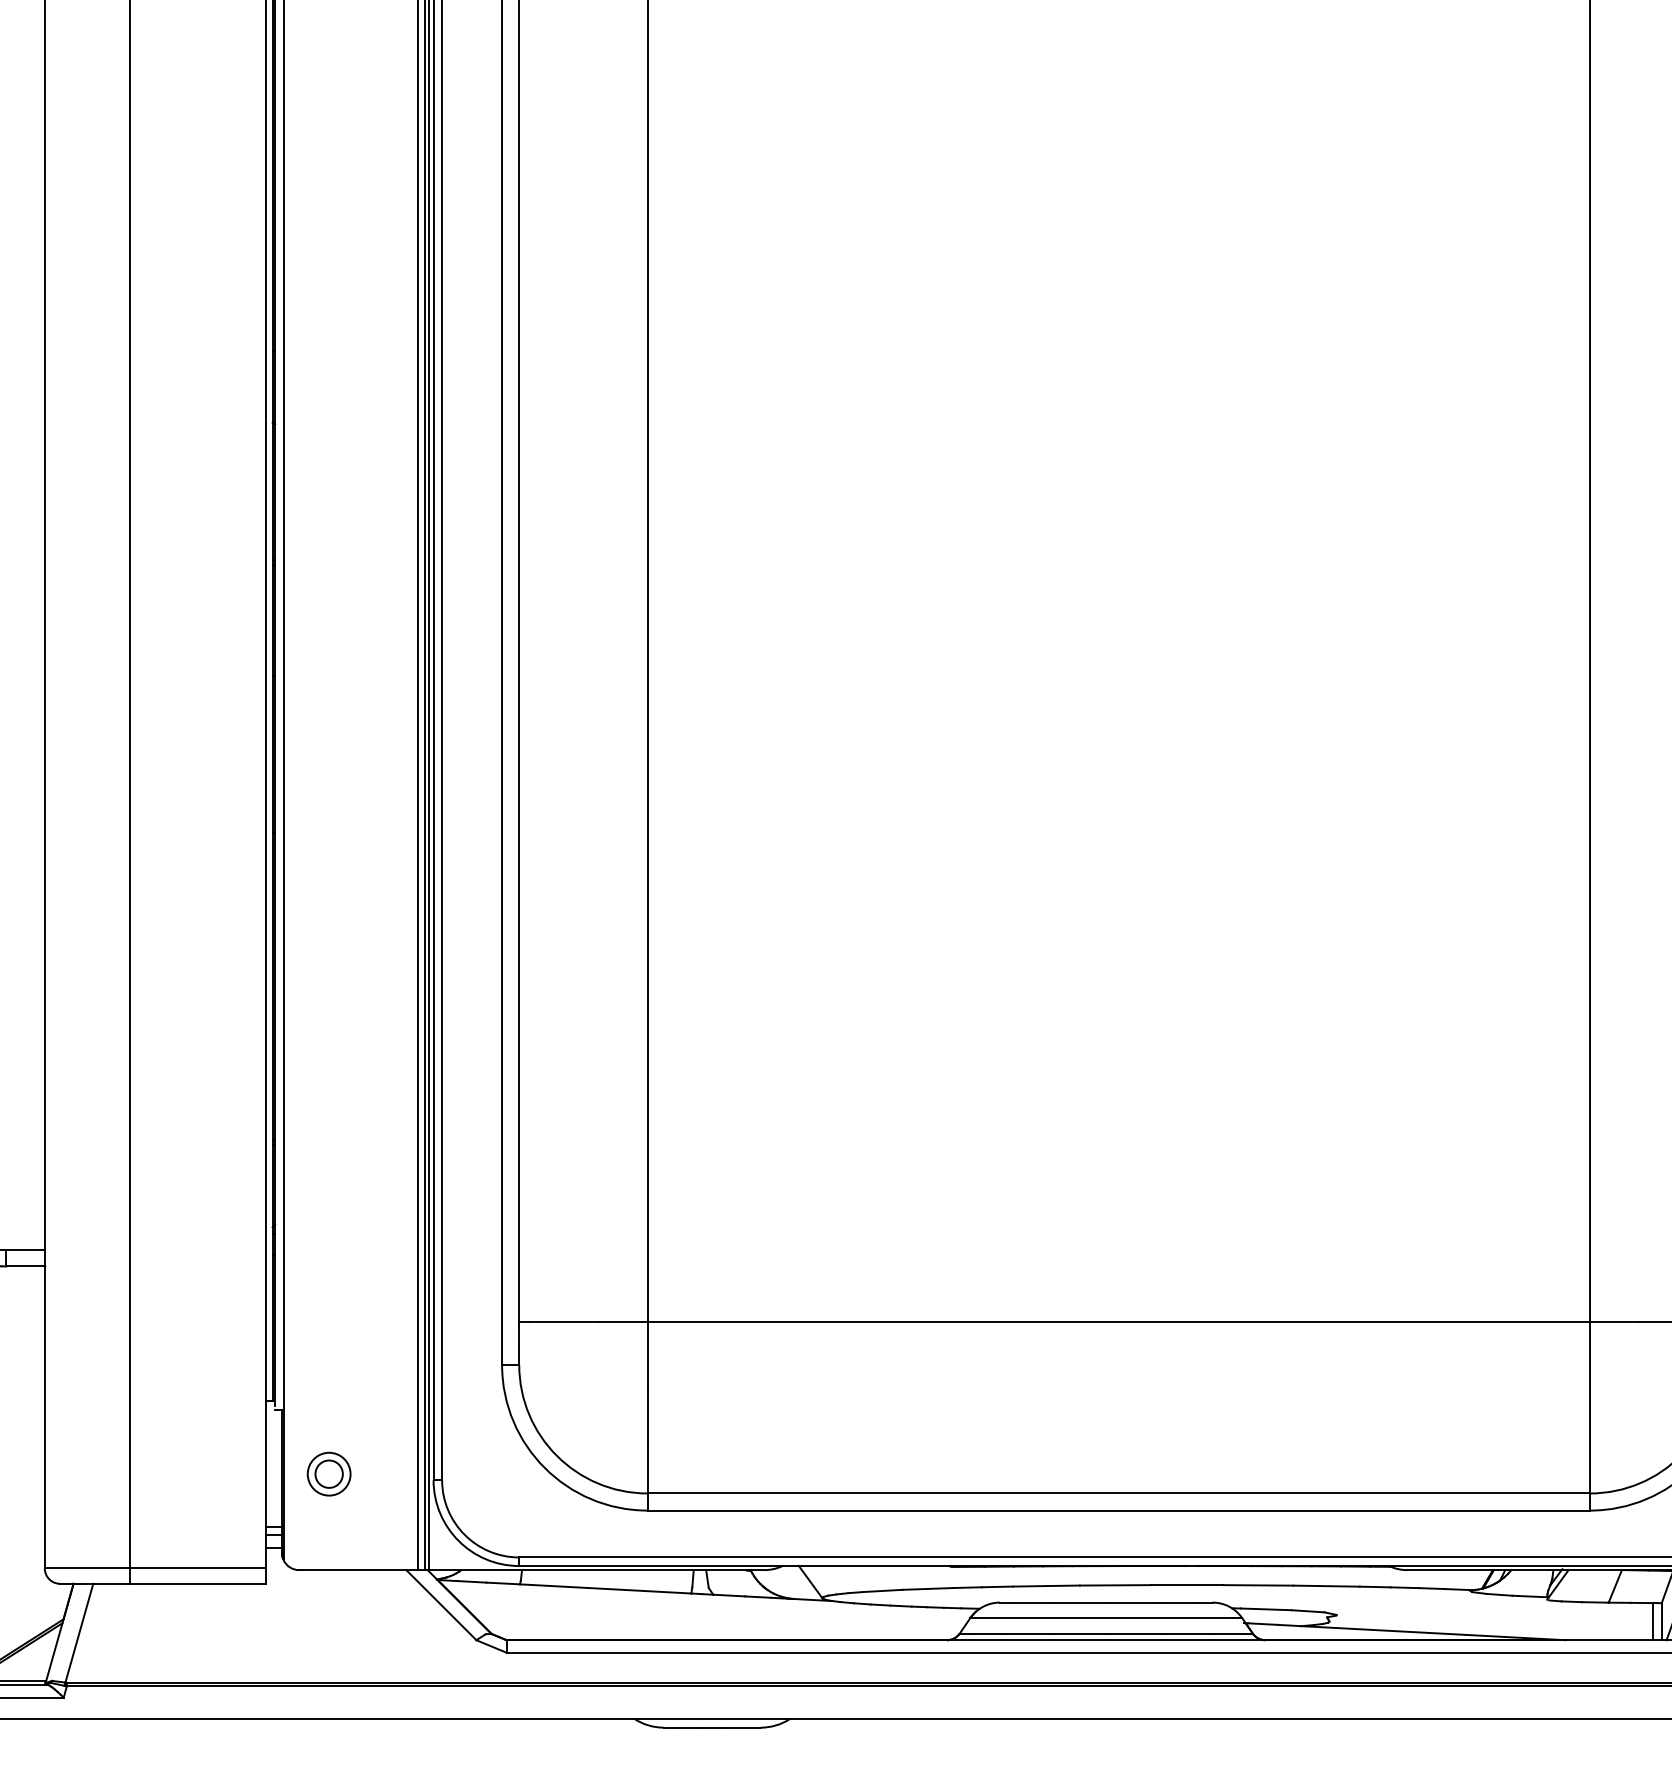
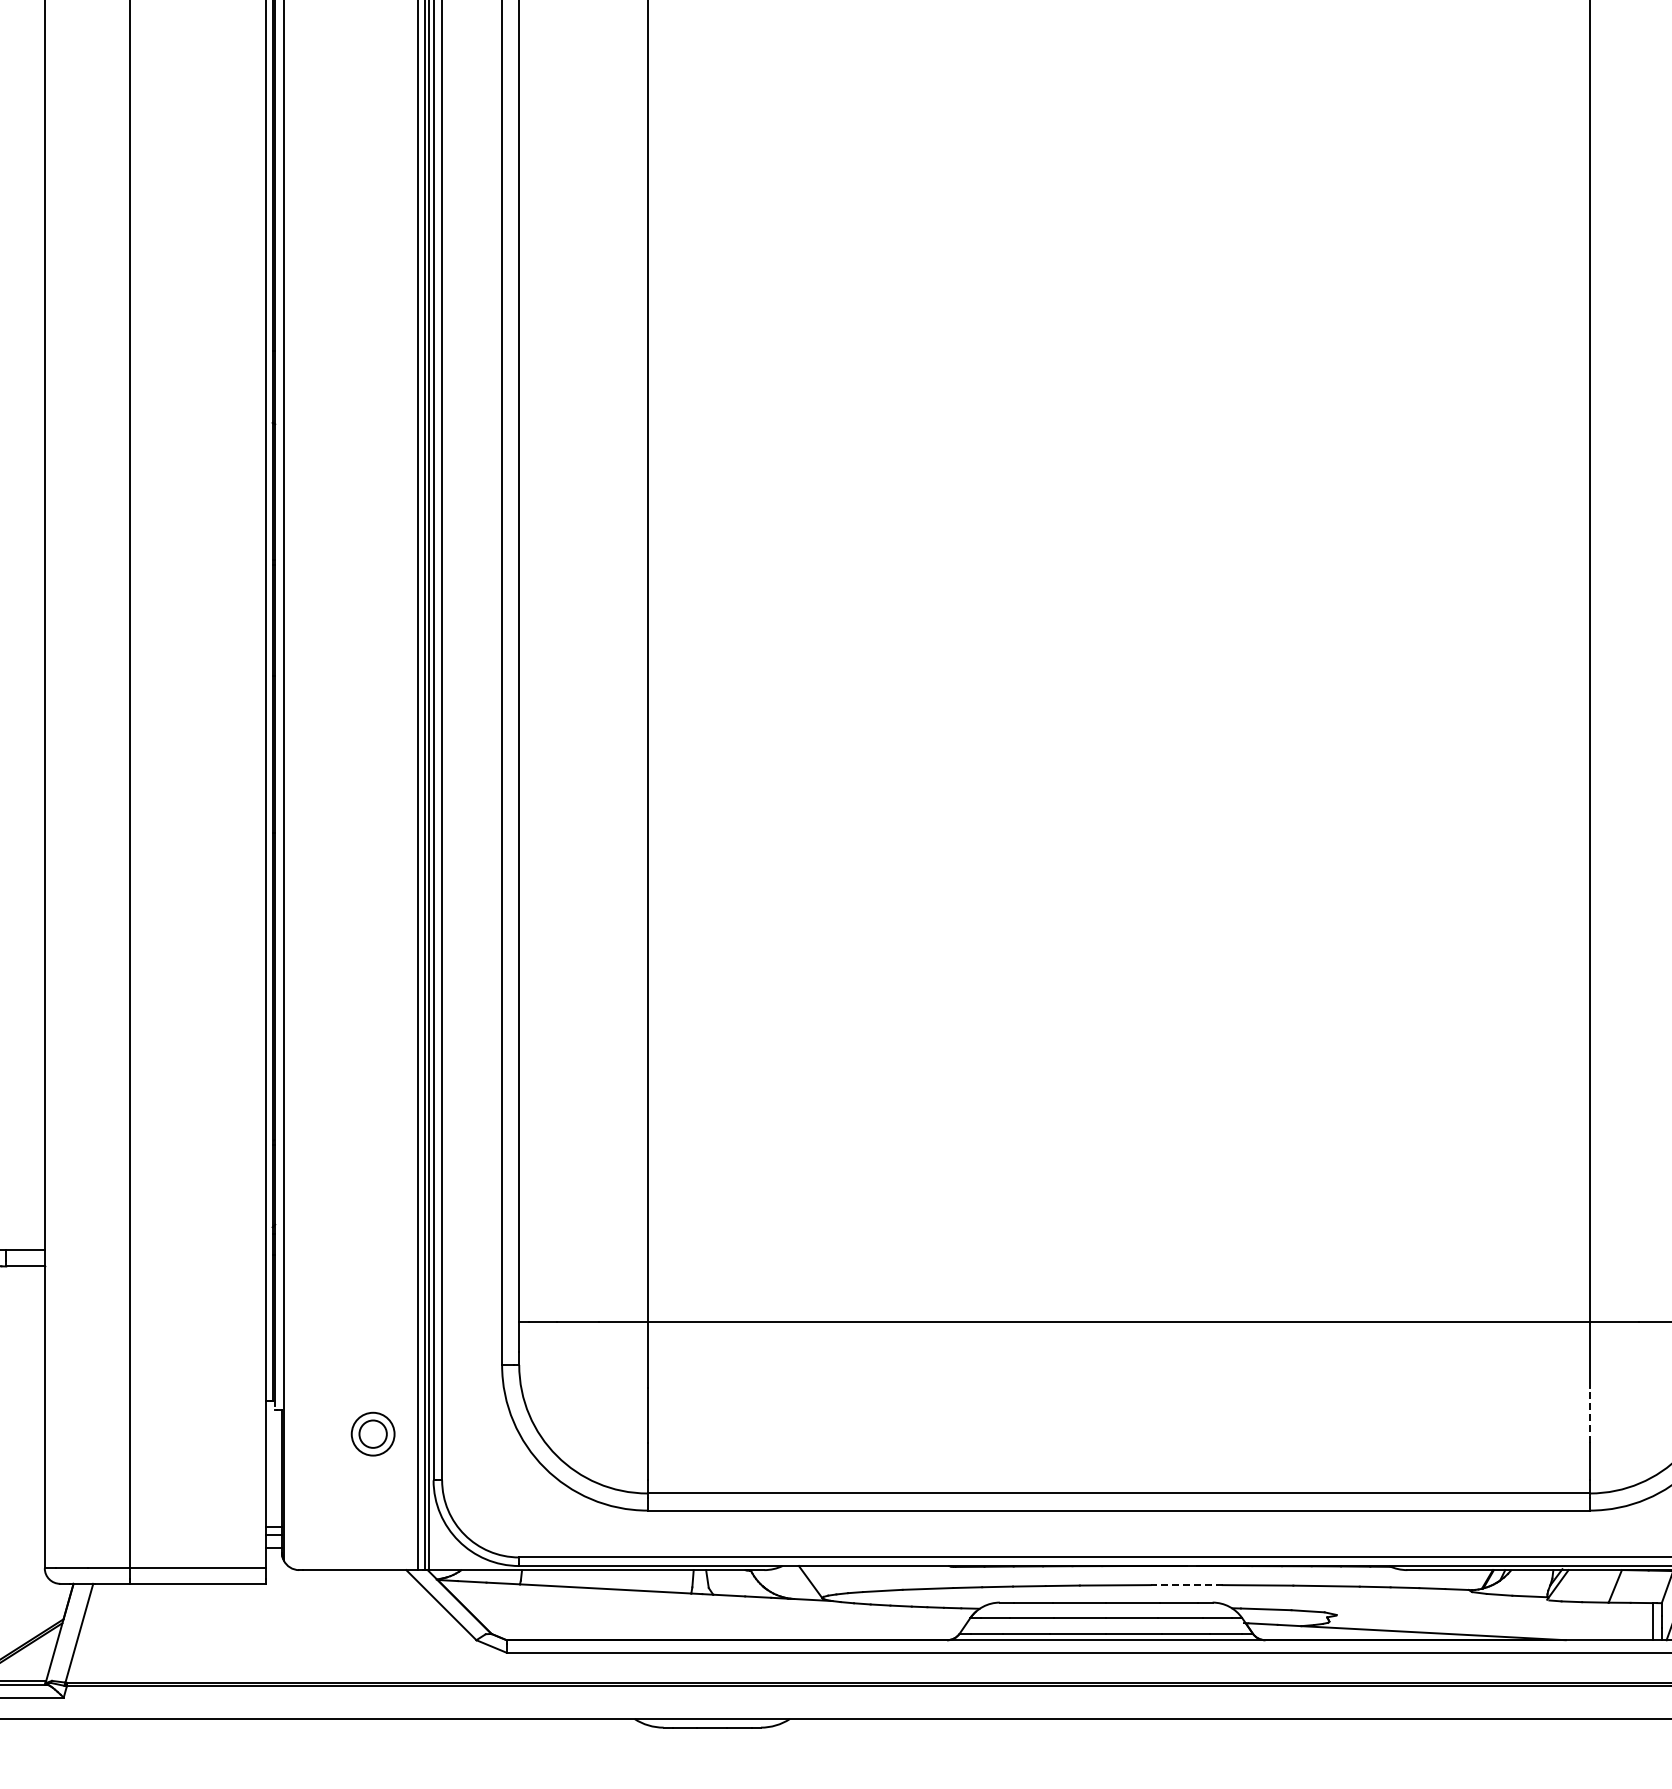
line at (1589, 1415): solid -> dashed
part at (328, 1473) position: (328, 1473) -> (372, 1433)
line at (1186, 1585): solid -> dashed
